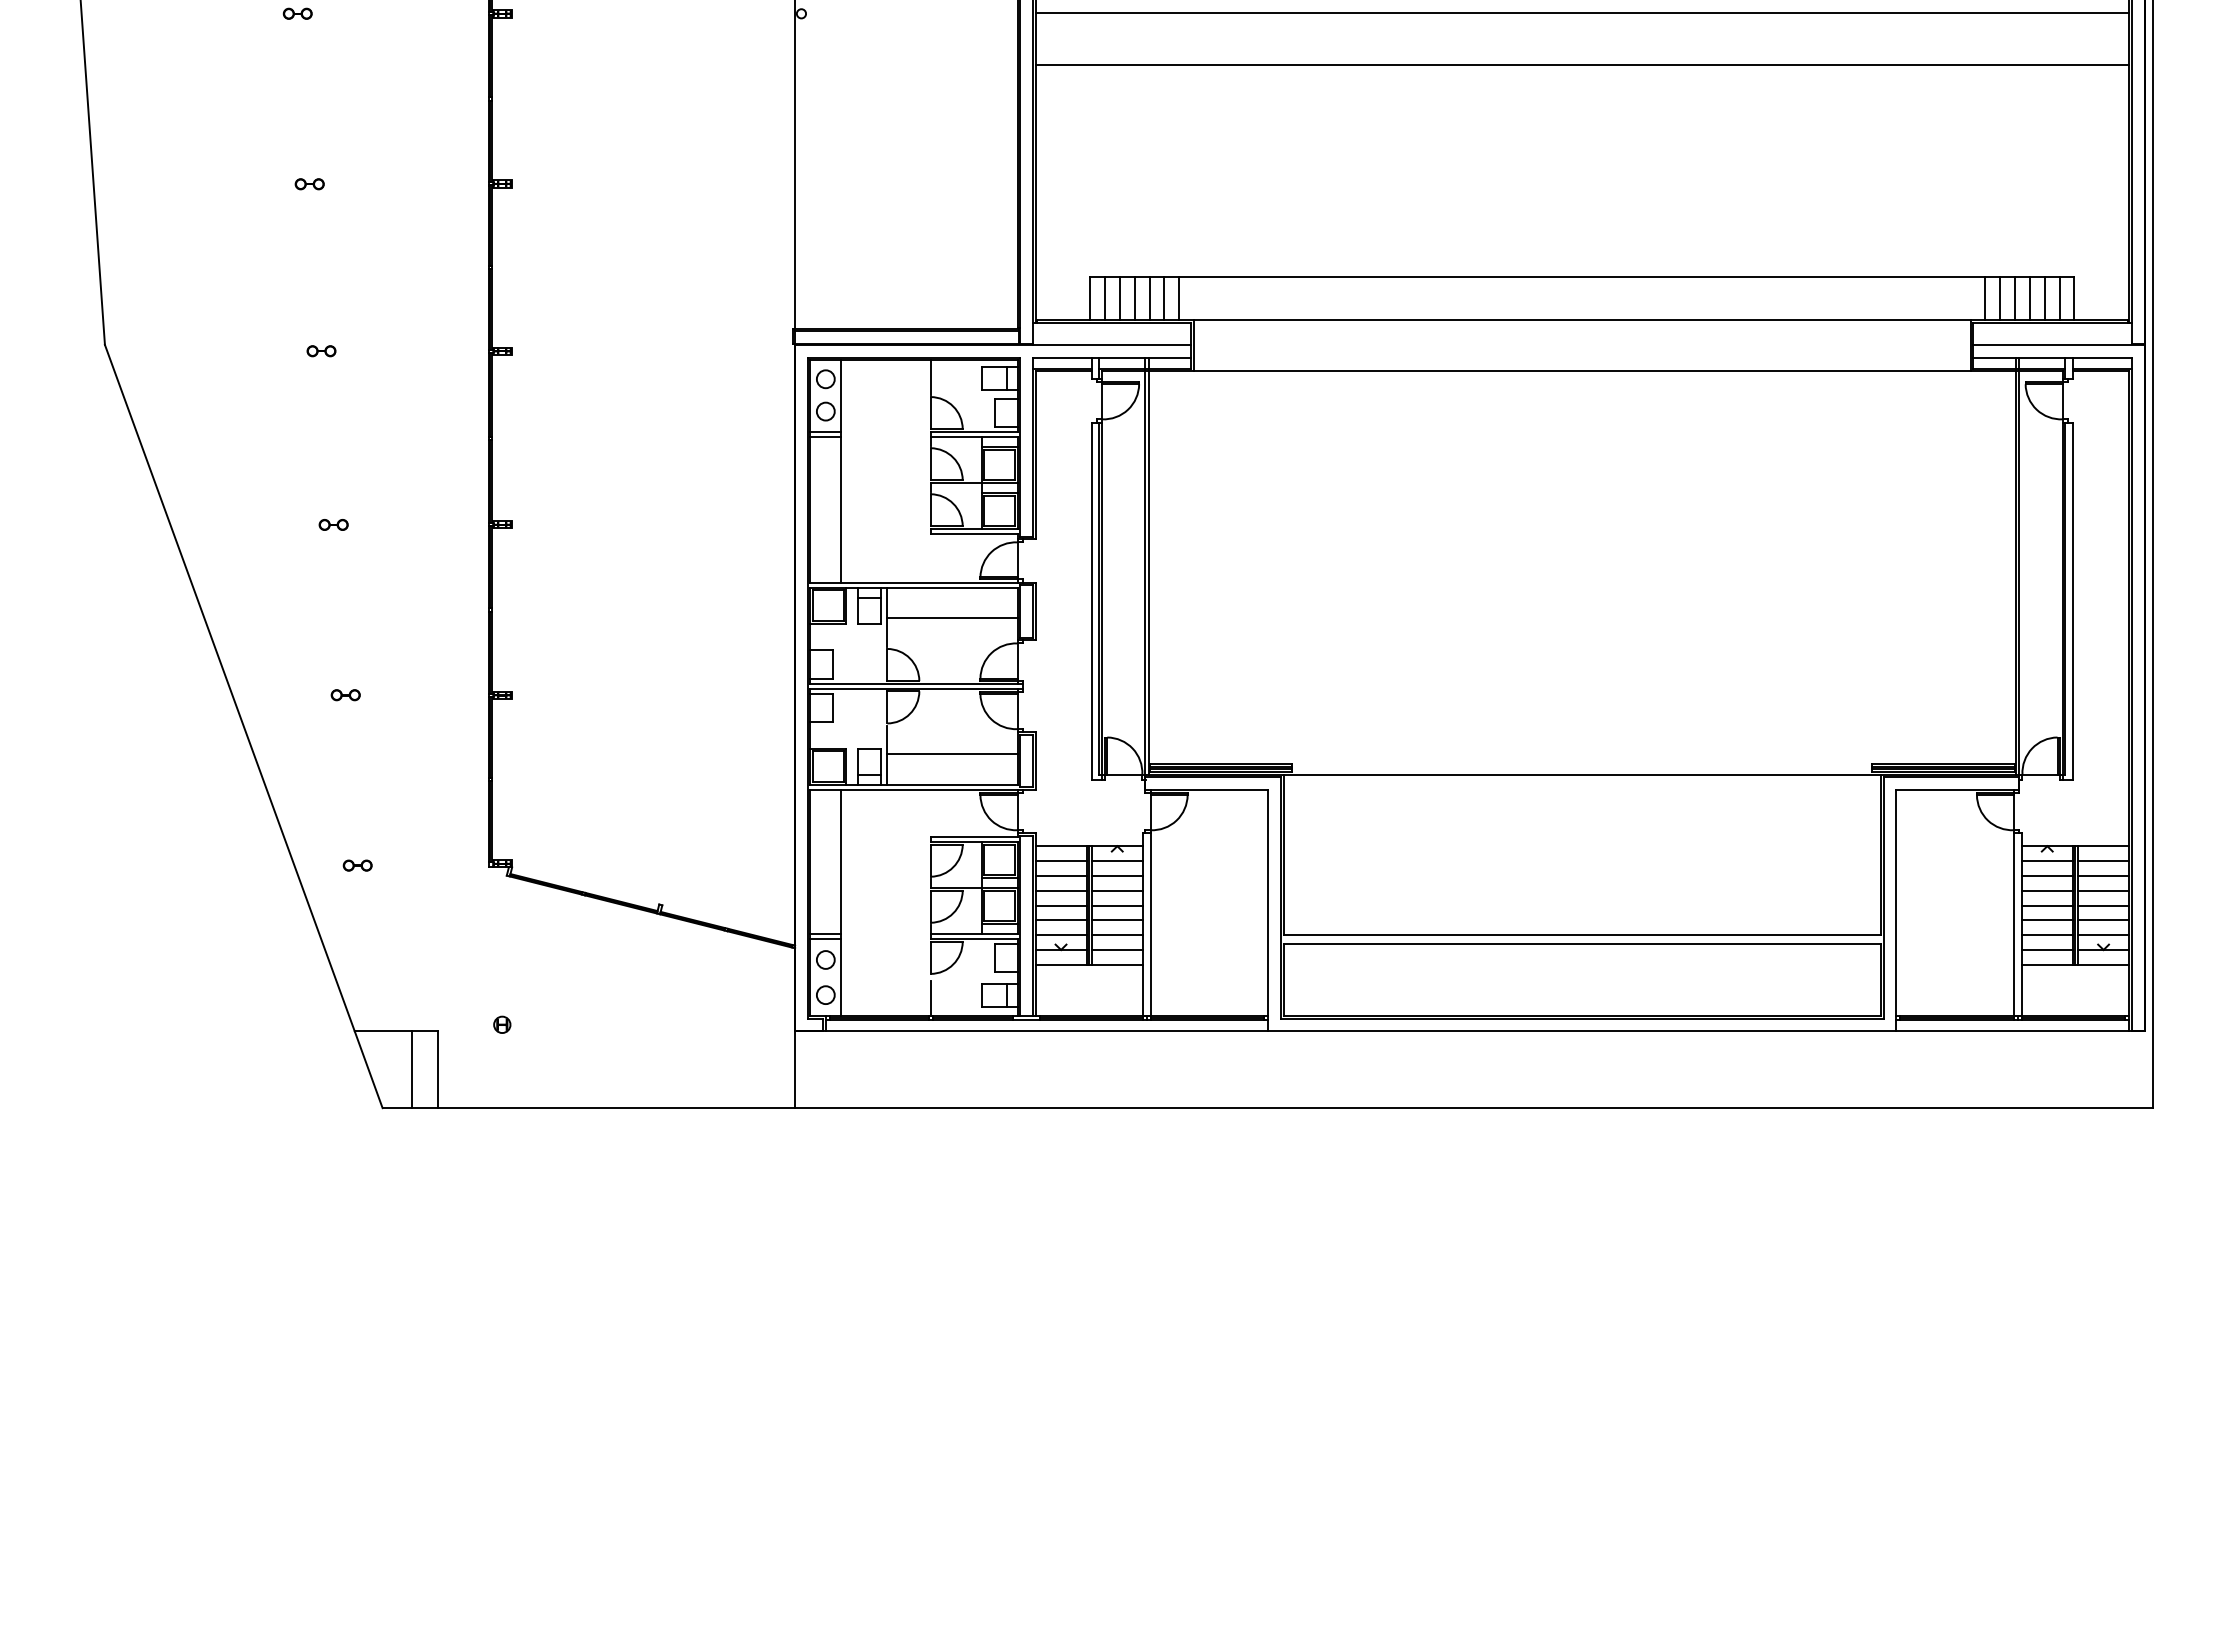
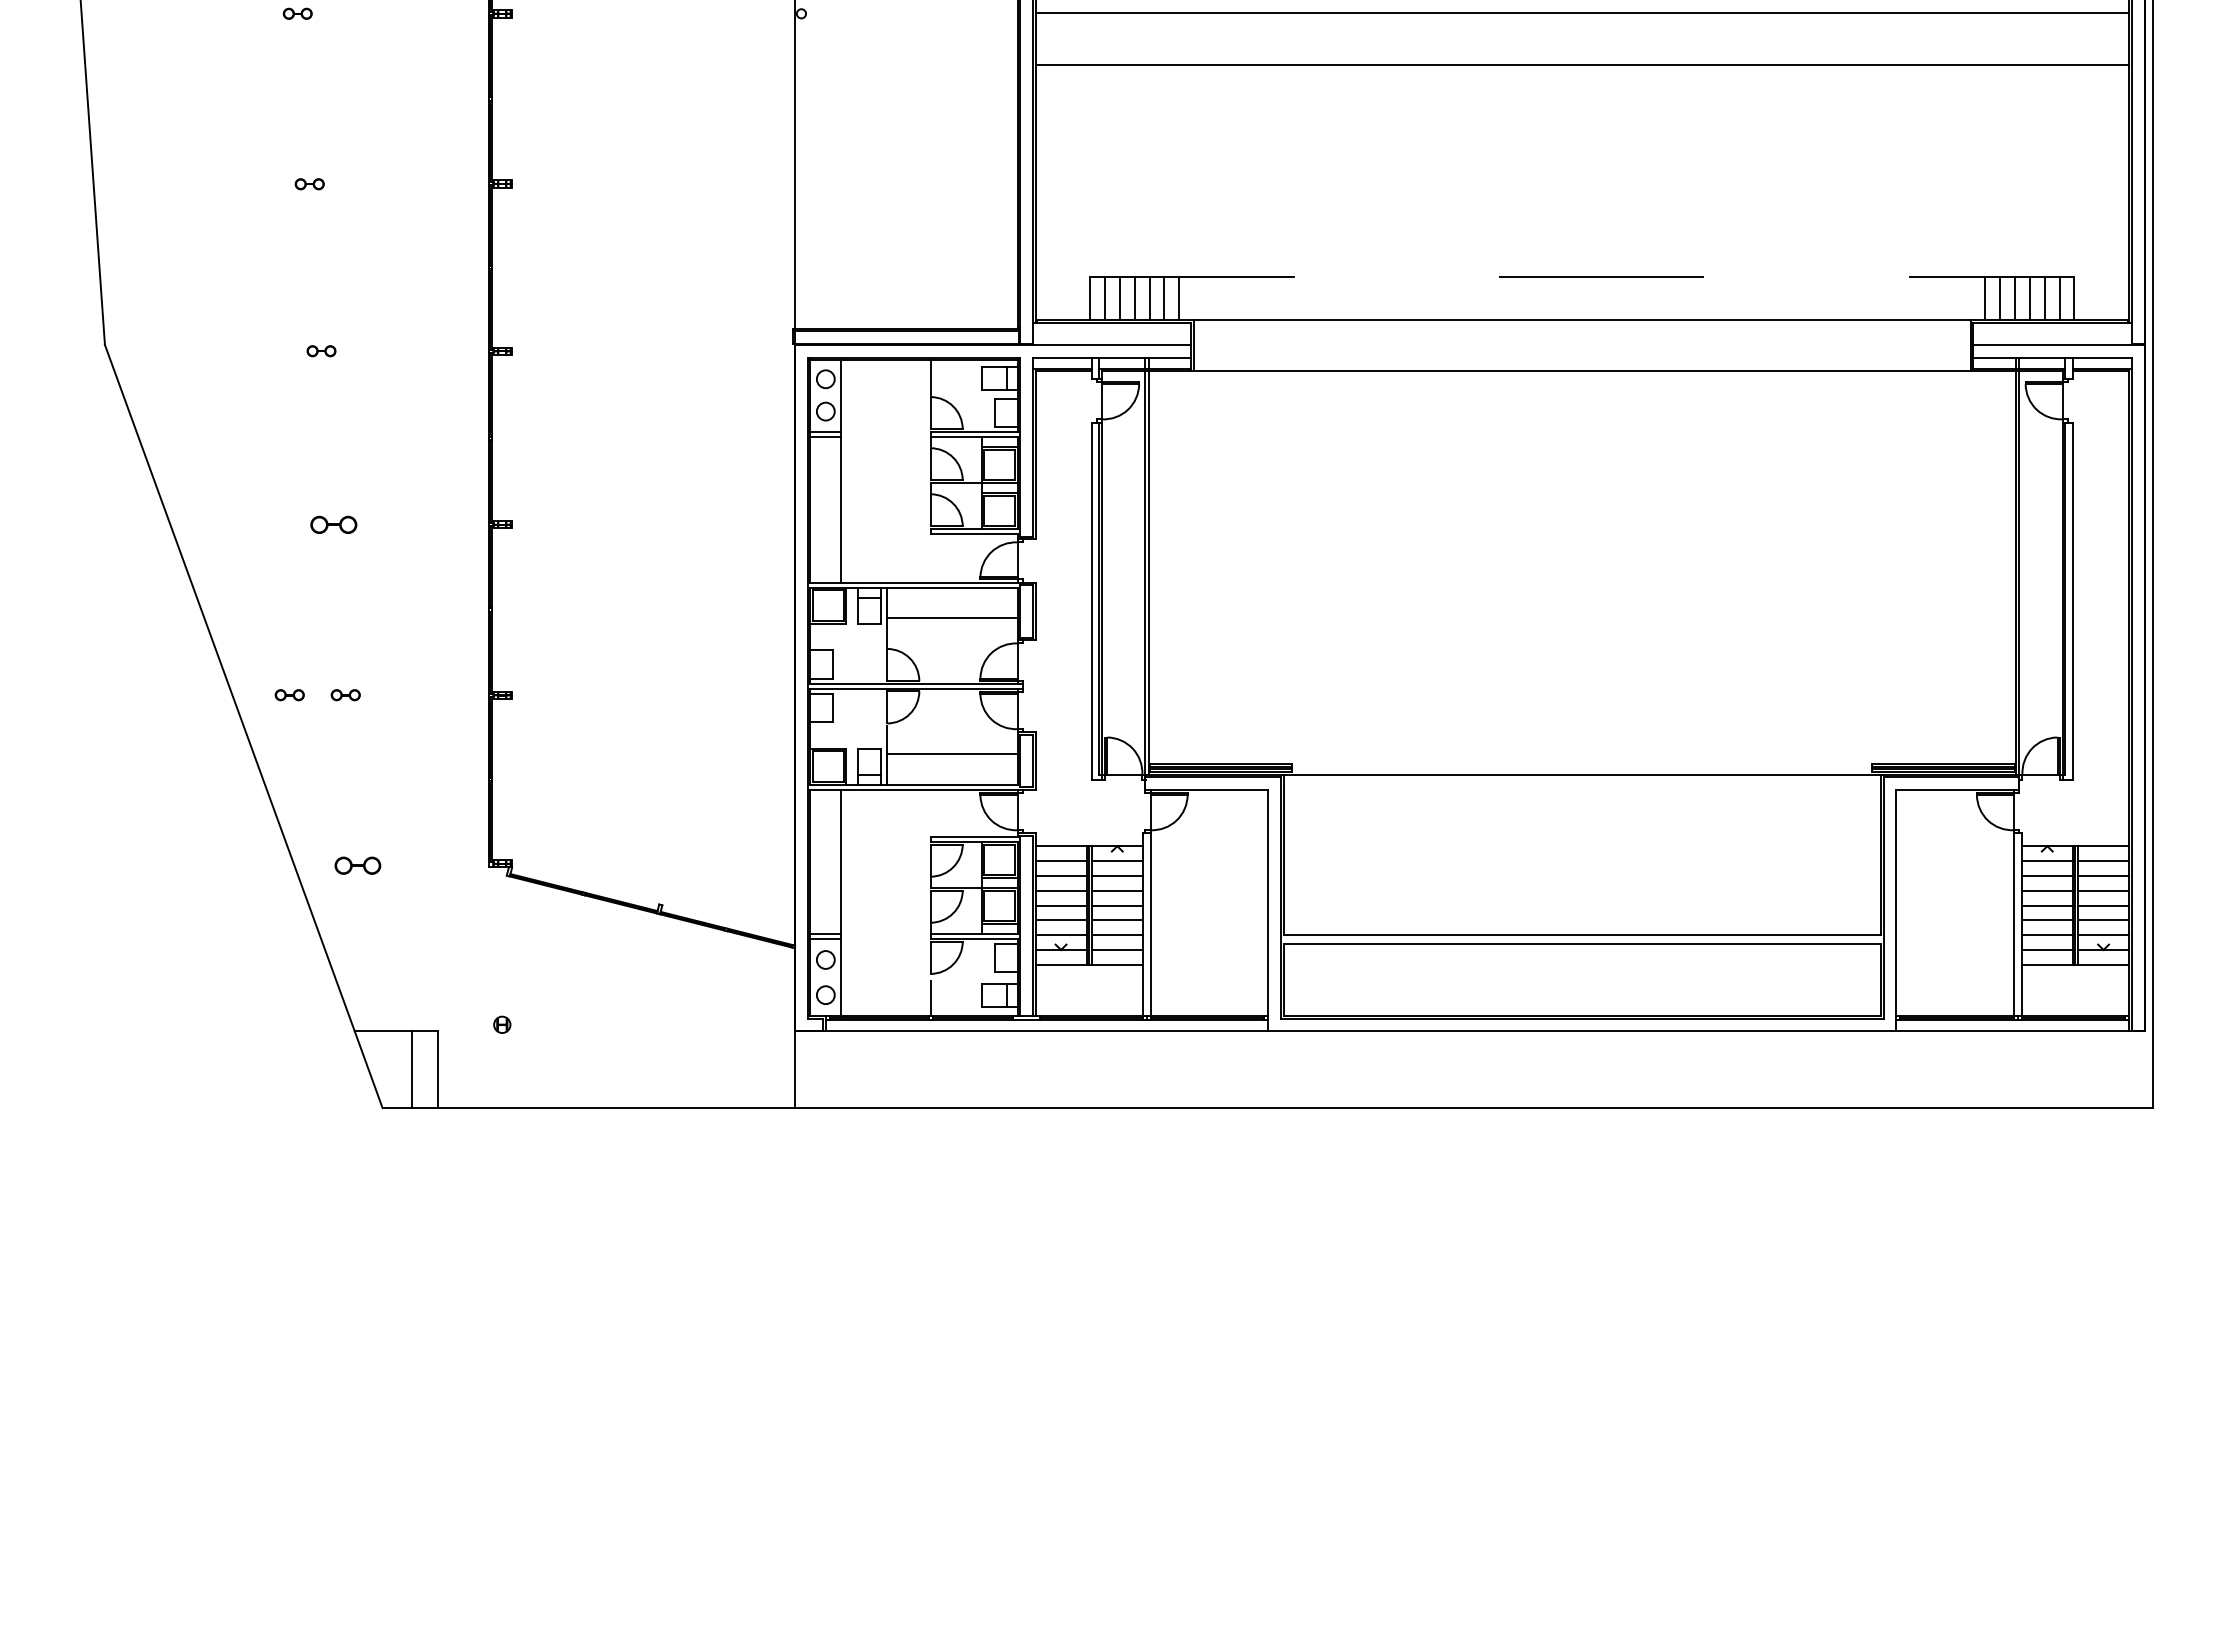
line at (1582, 276): solid -> dashed
part at (333, 524) size: 31x12 px -> 48x19 px
part at (289, 695): none -> present
part at (357, 865) size: 31x13 px -> 48x19 px
